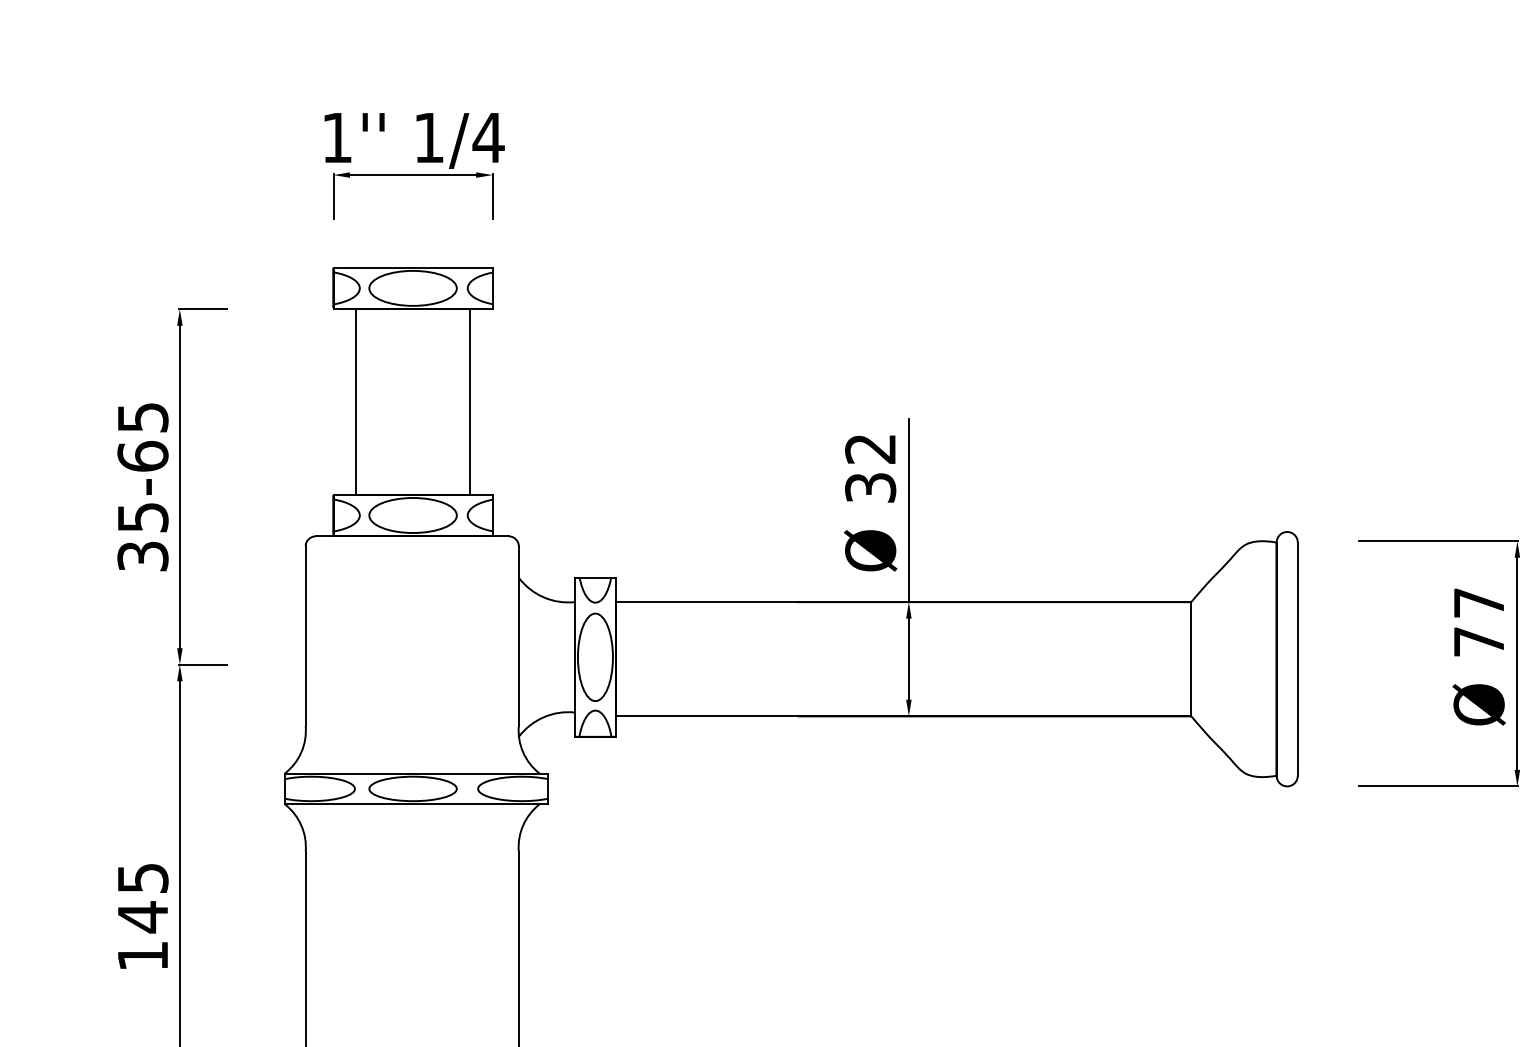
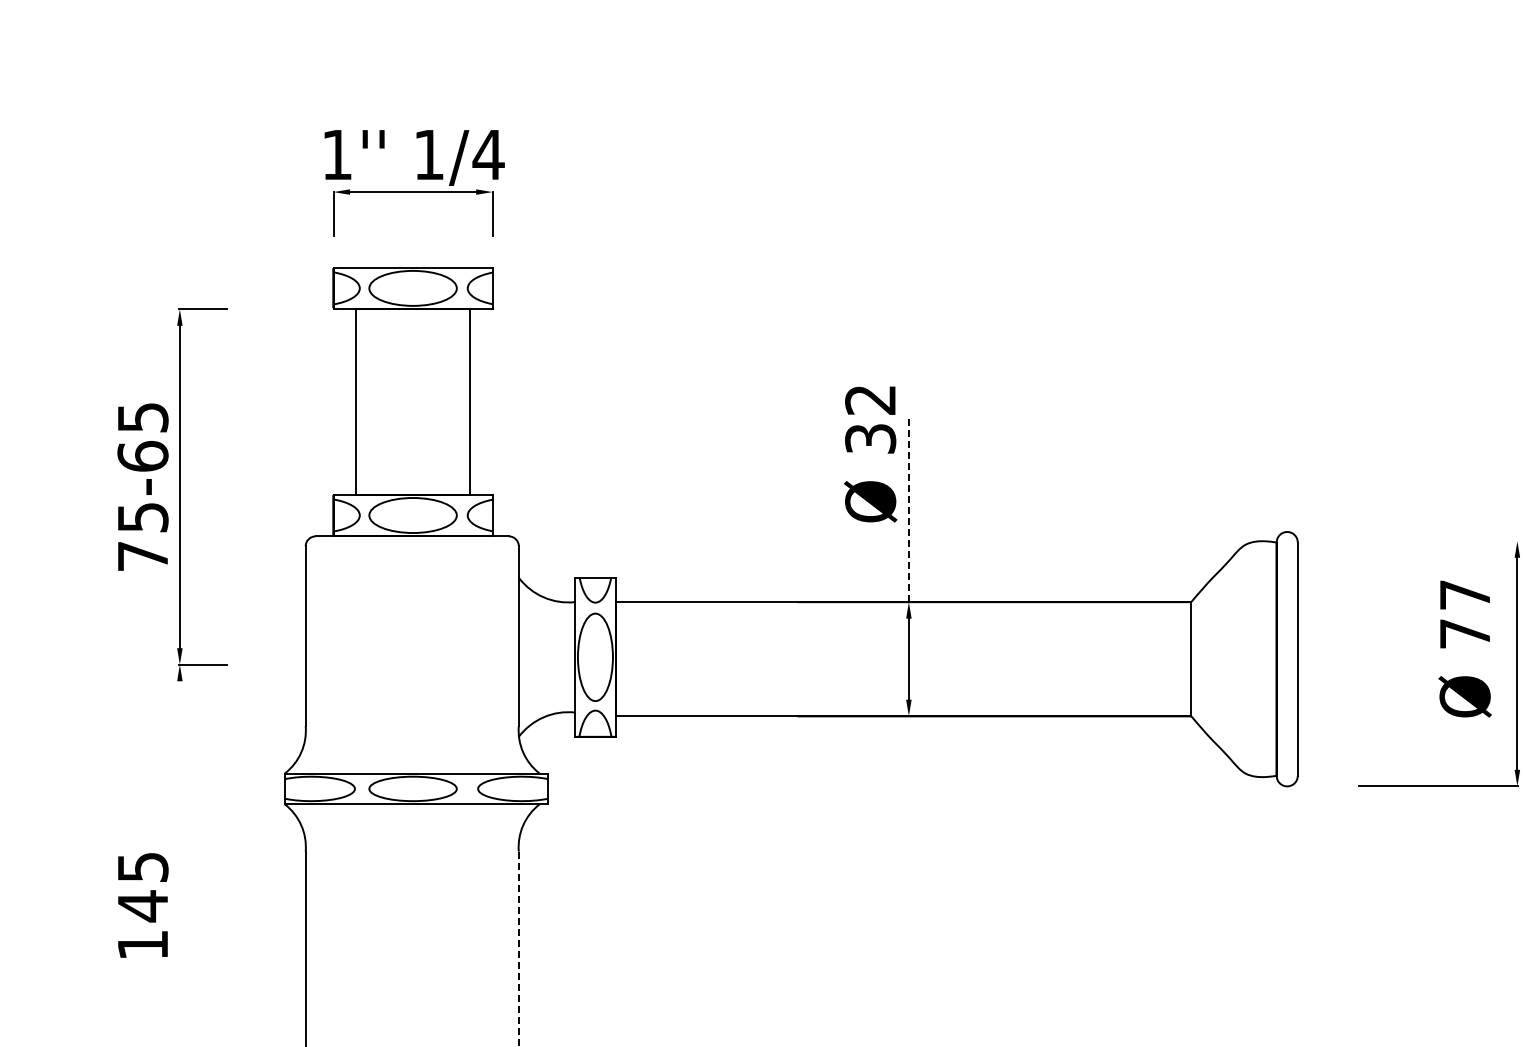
part at (414, 166) position: (414, 166) -> (414, 183)
text at (870, 503) position: (870, 503) -> (870, 454)
line at (908, 510): solid -> dashed
line at (1437, 541): present -> none
text at (142, 556): 35-65 -> 75-65
text at (1478, 656) position: (1478, 656) -> (1464, 648)
line at (179, 862): present -> none
text at (143, 916) position: (143, 916) -> (143, 905)
line at (518, 949): solid -> dashed
